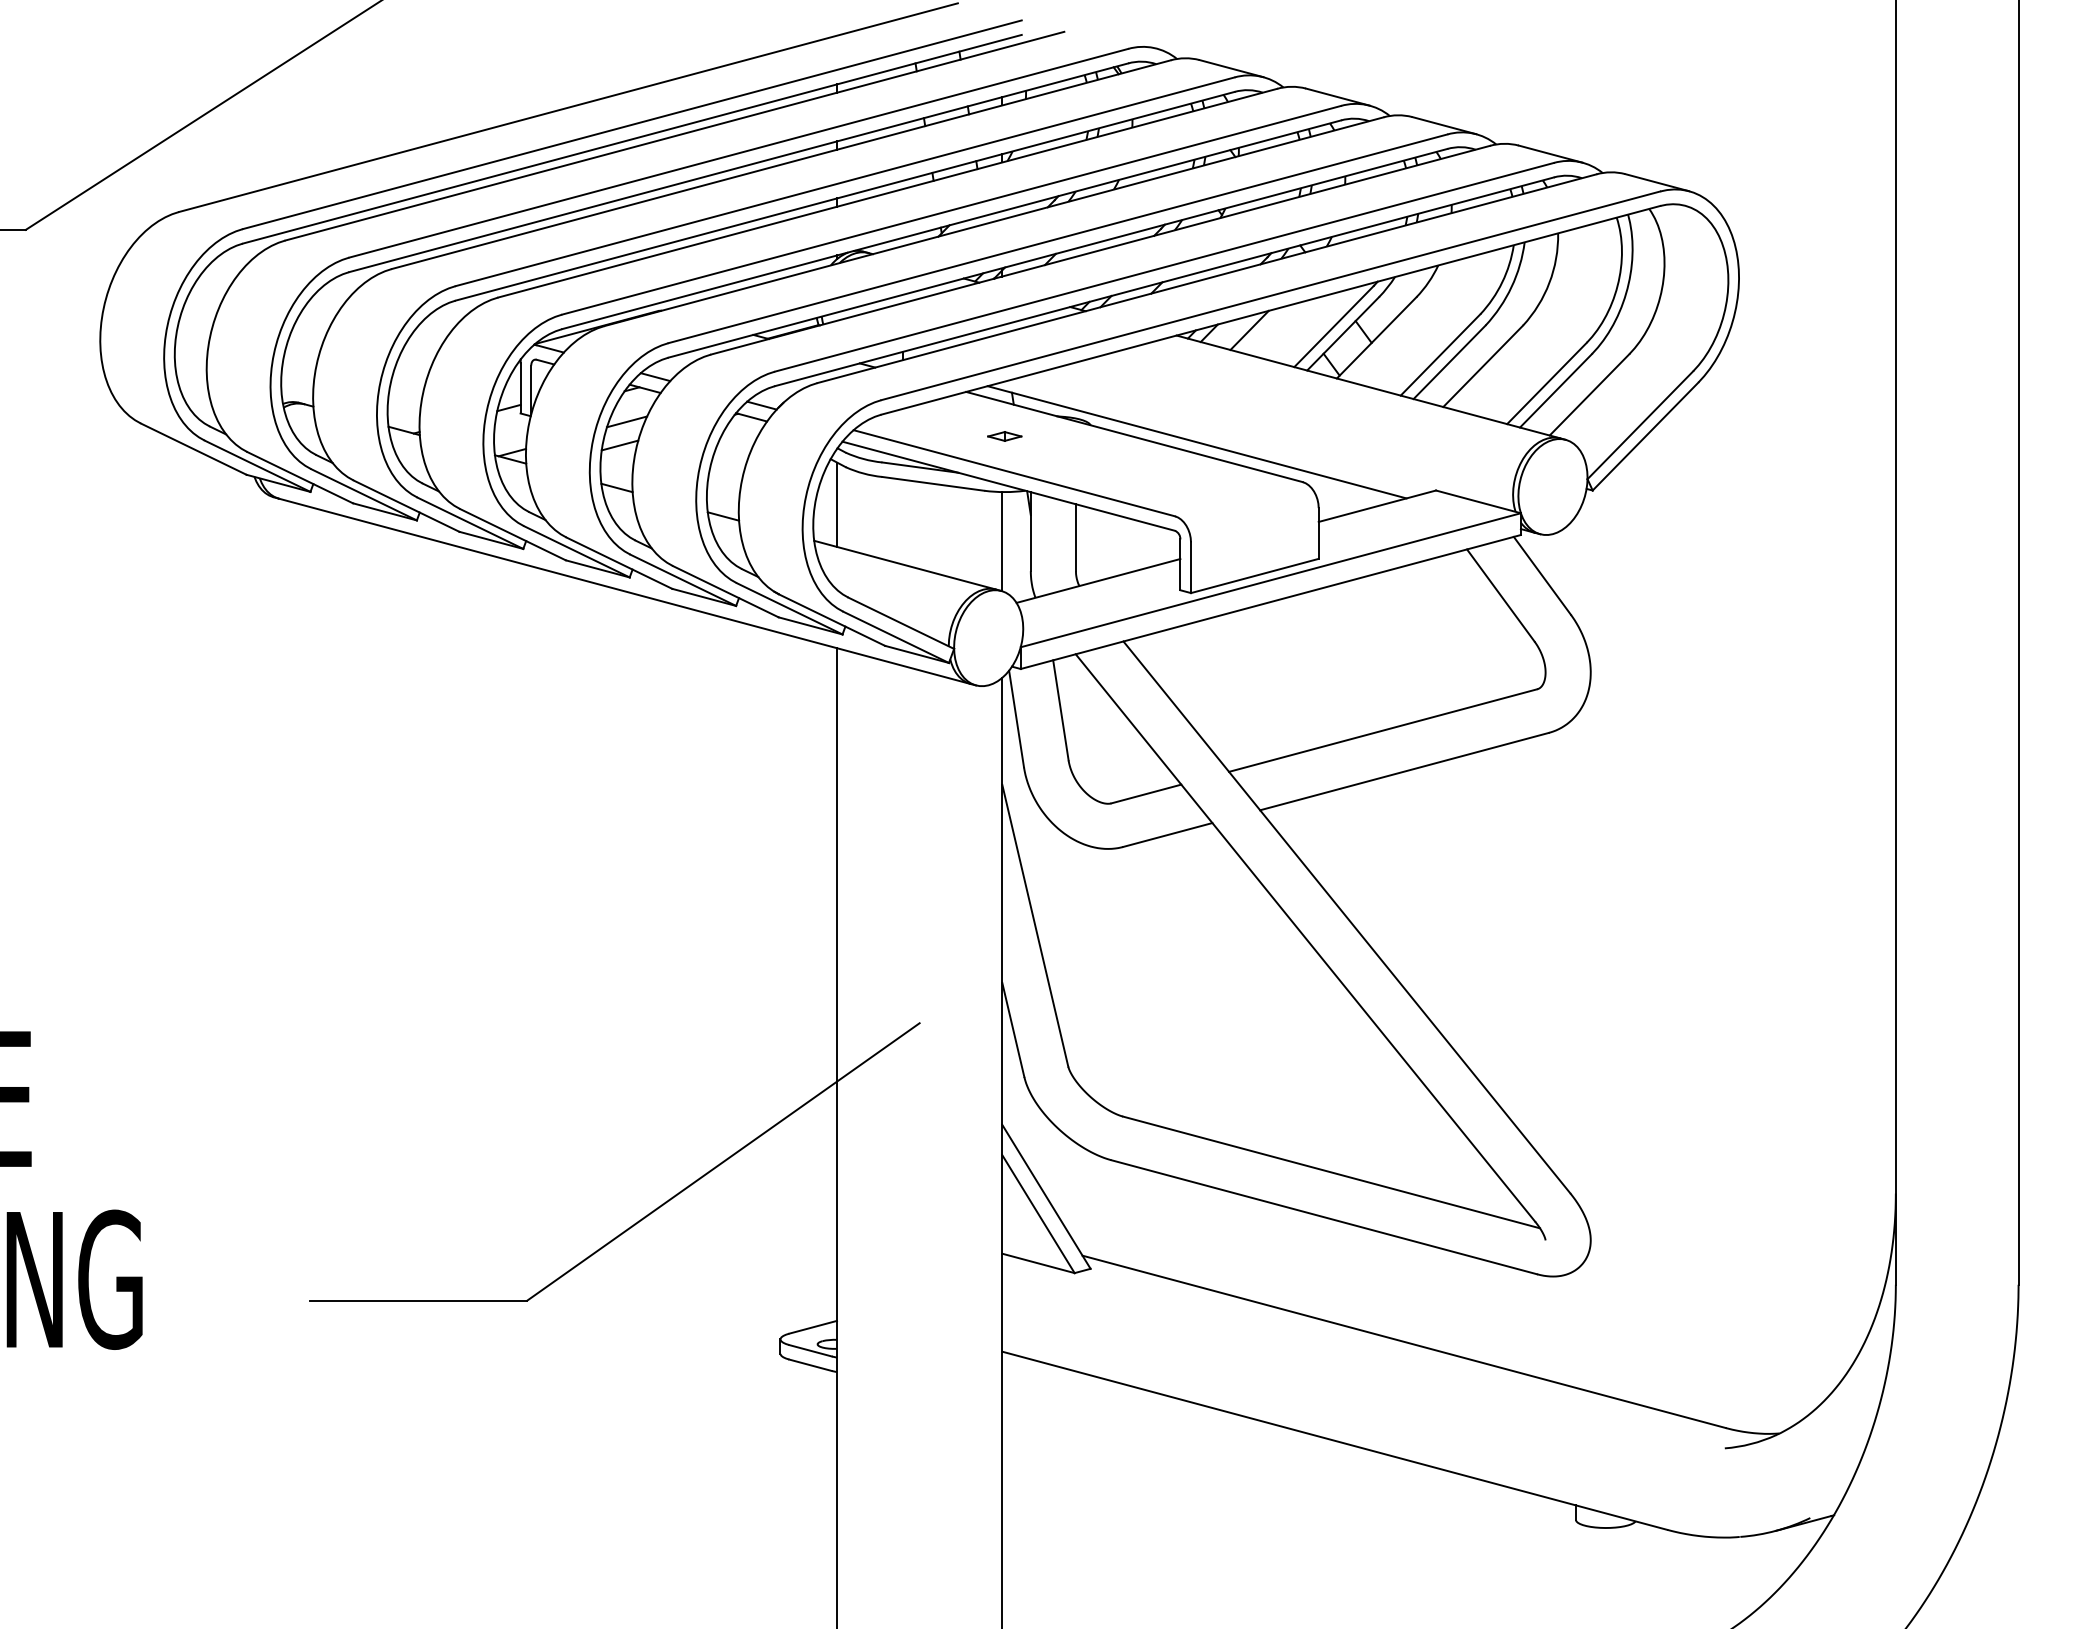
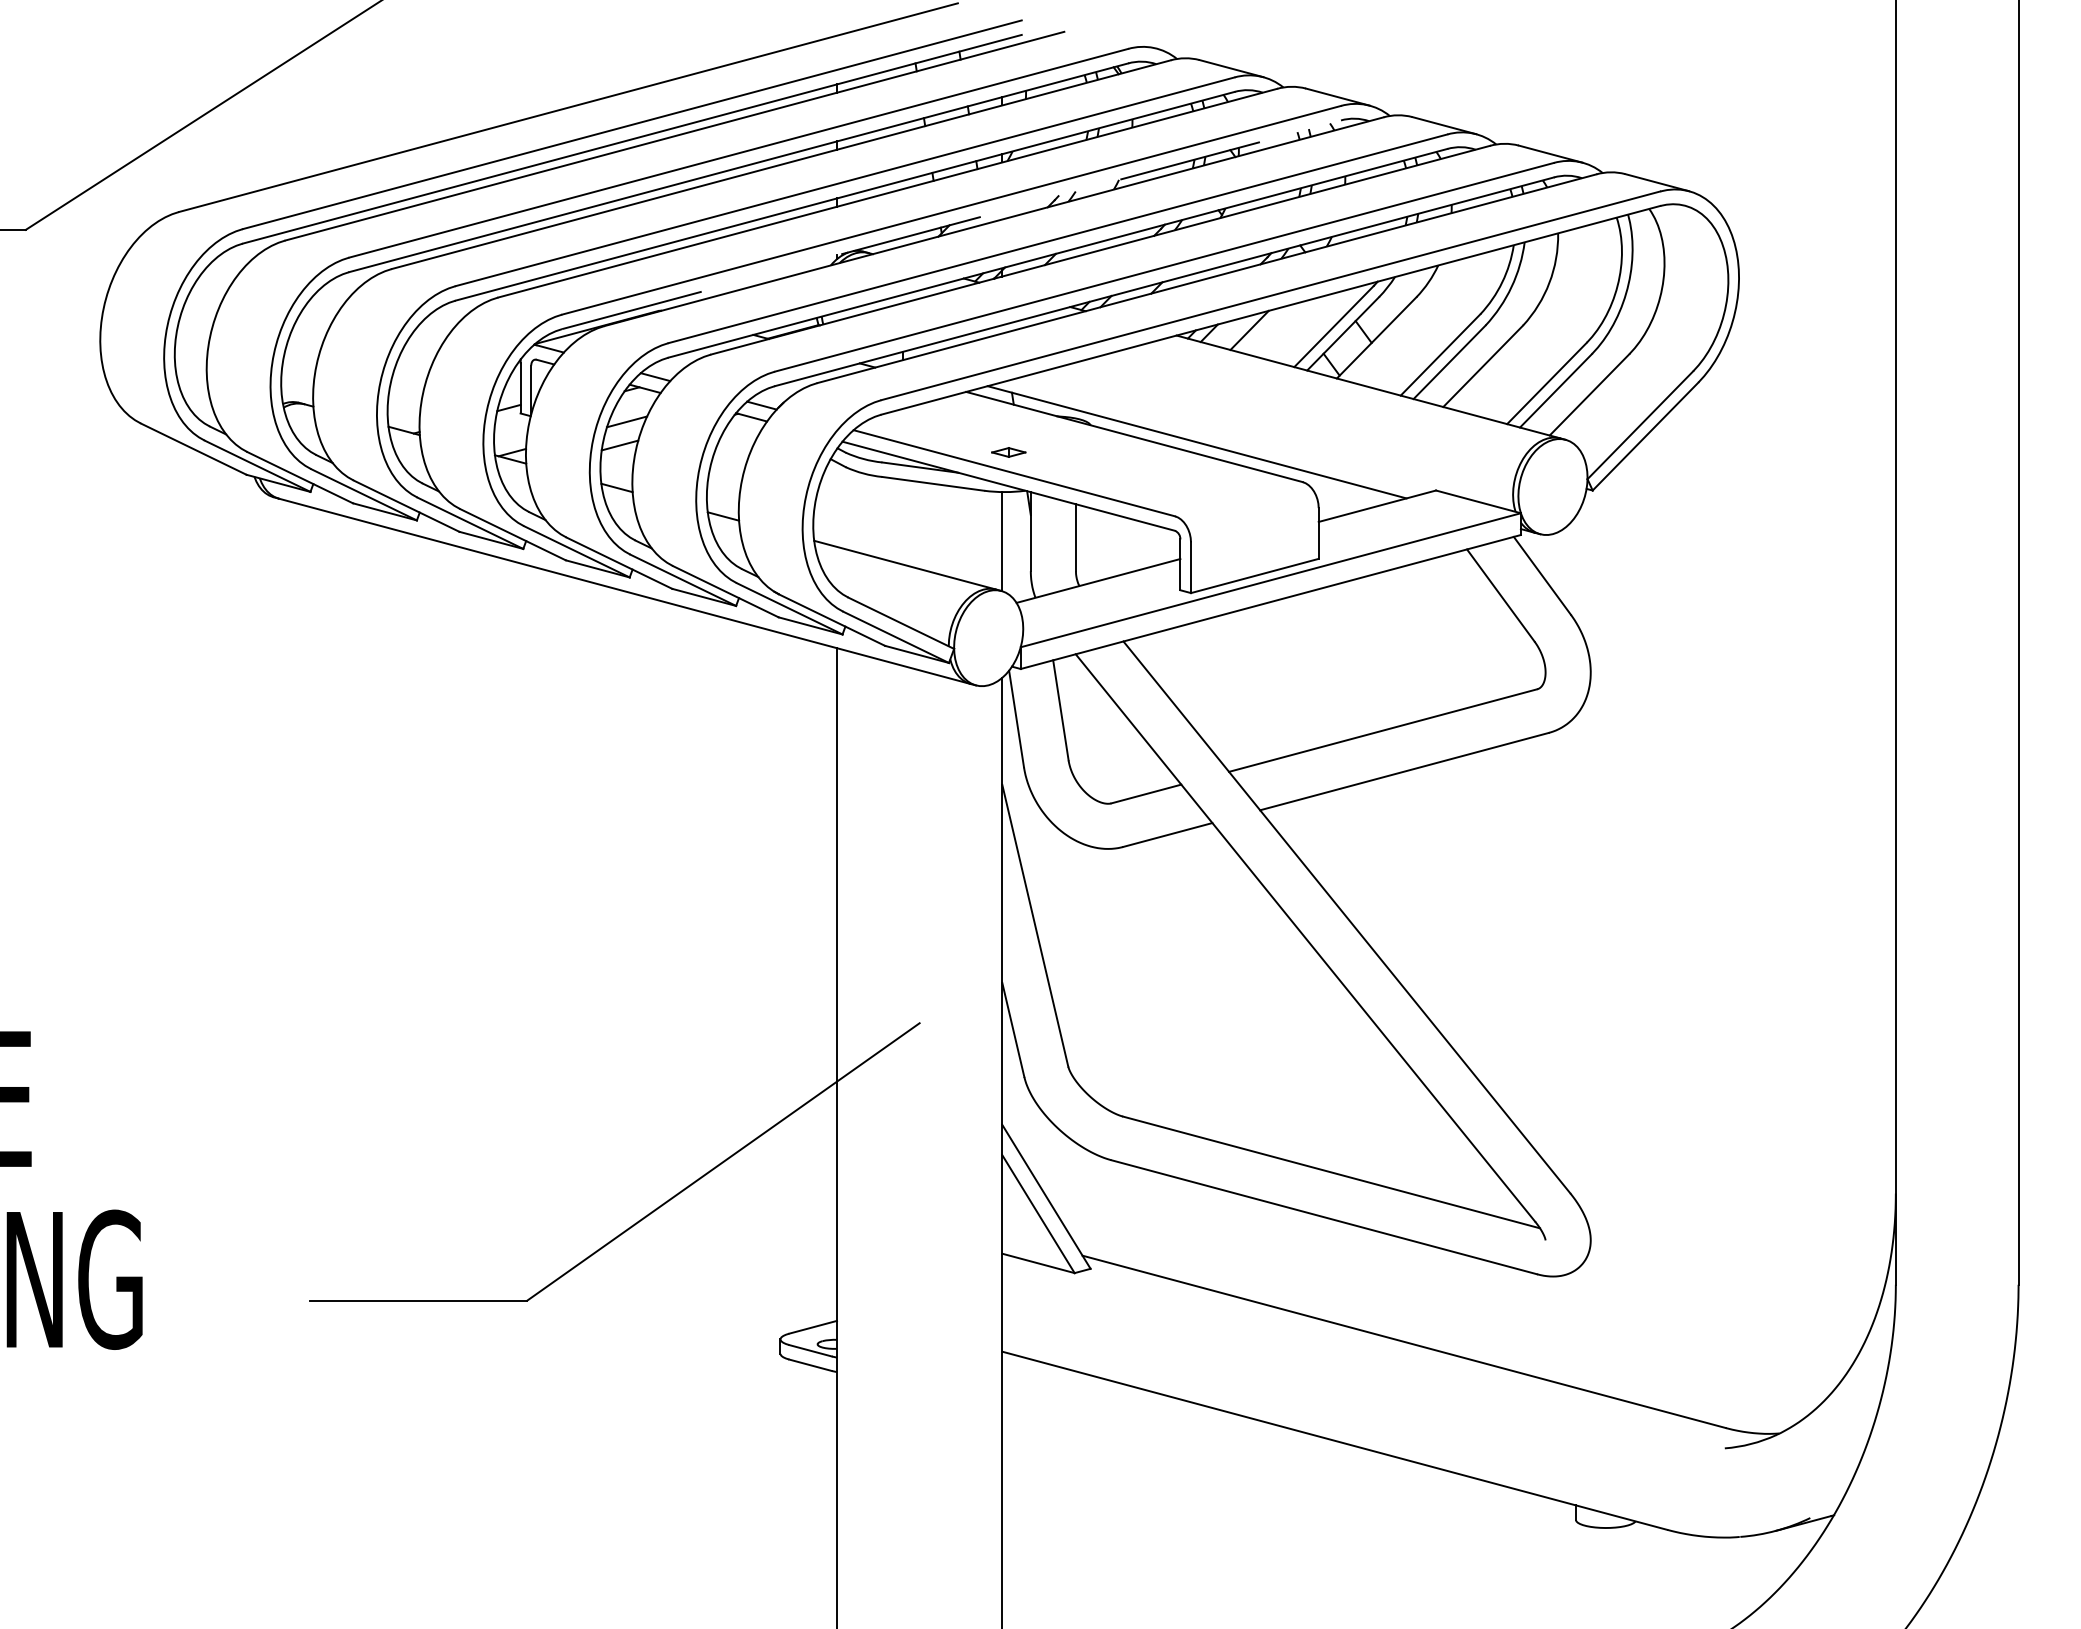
line at (952, 224): solid -> dashed
part at (1004, 436) position: (1004, 436) -> (1008, 452)
line at (837, 504): present -> none
